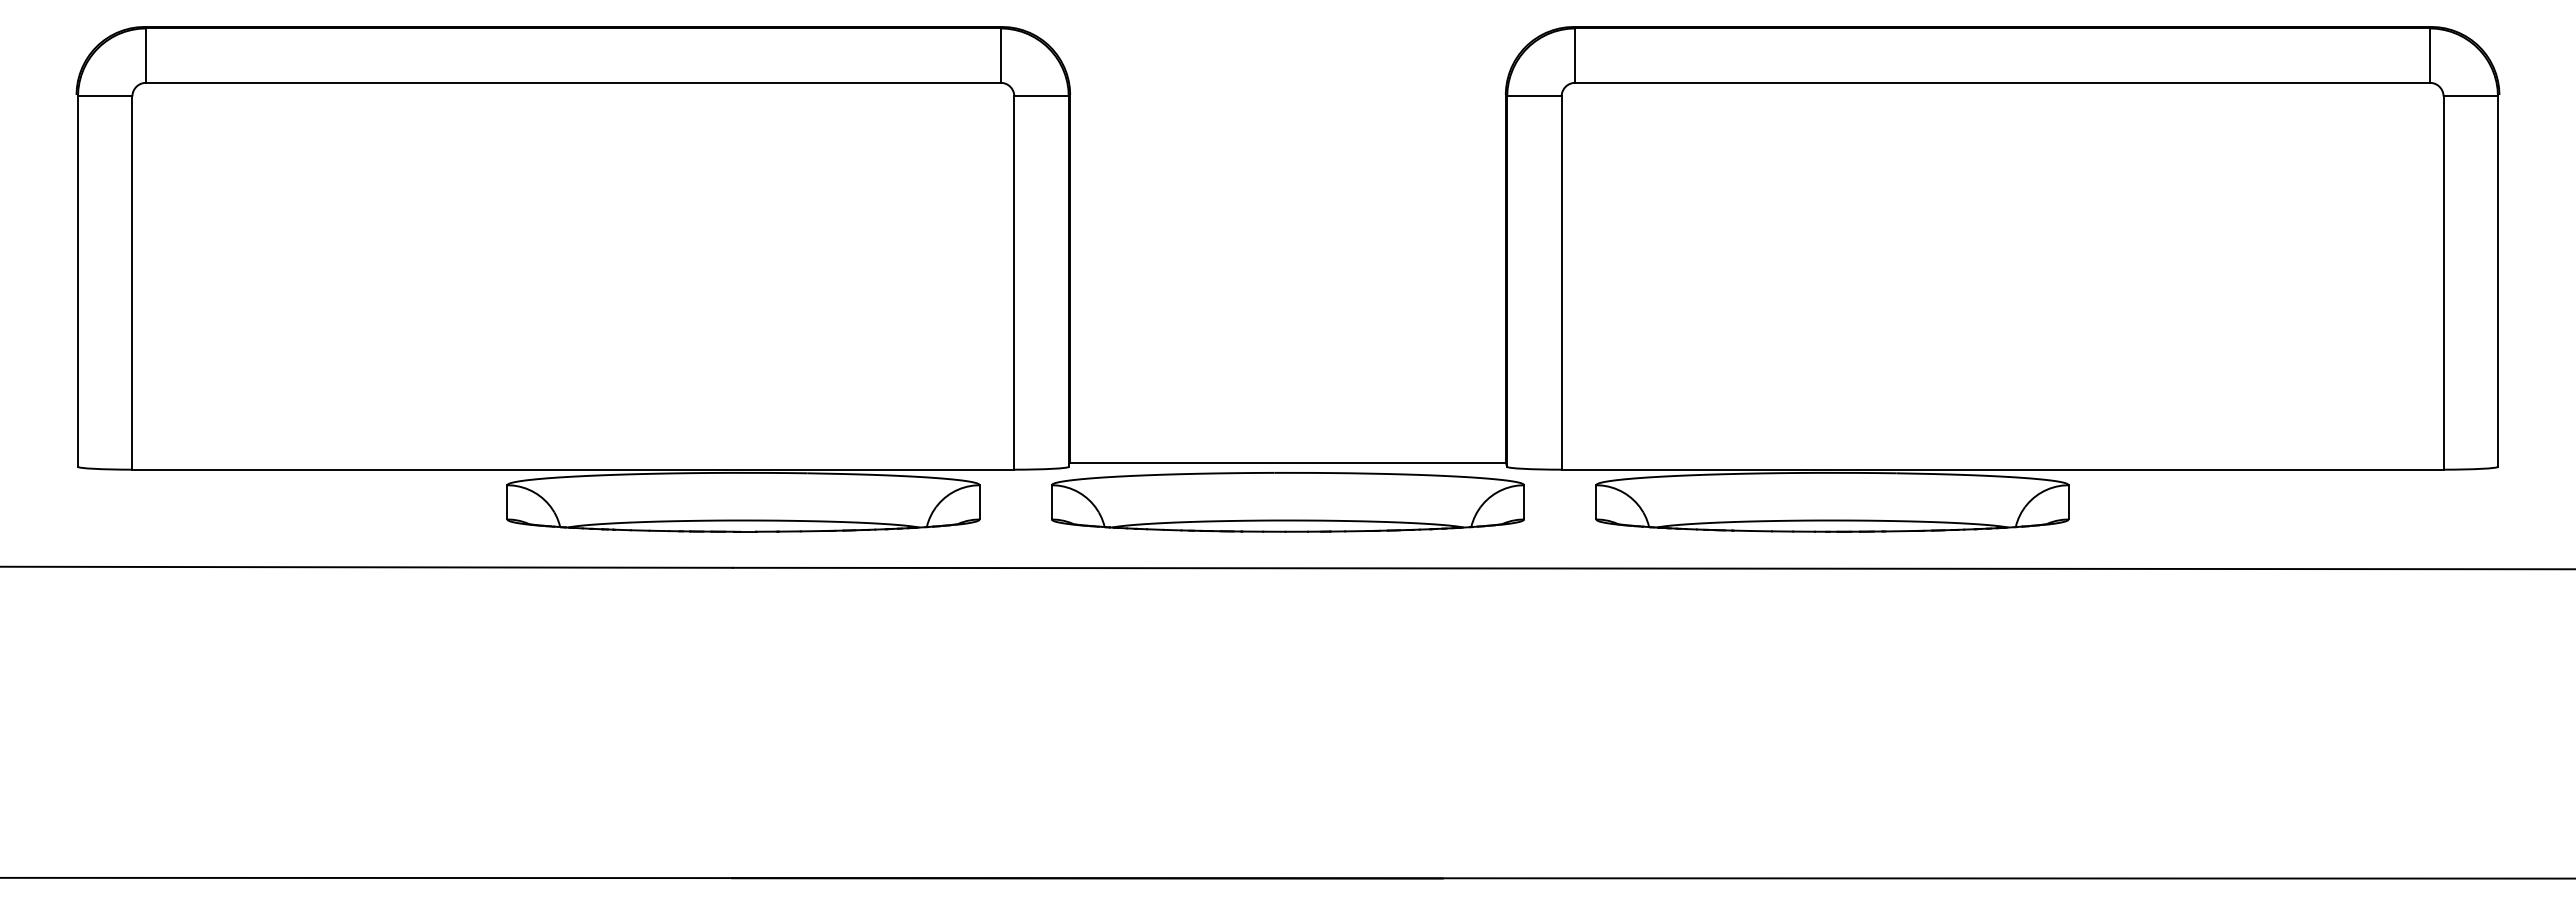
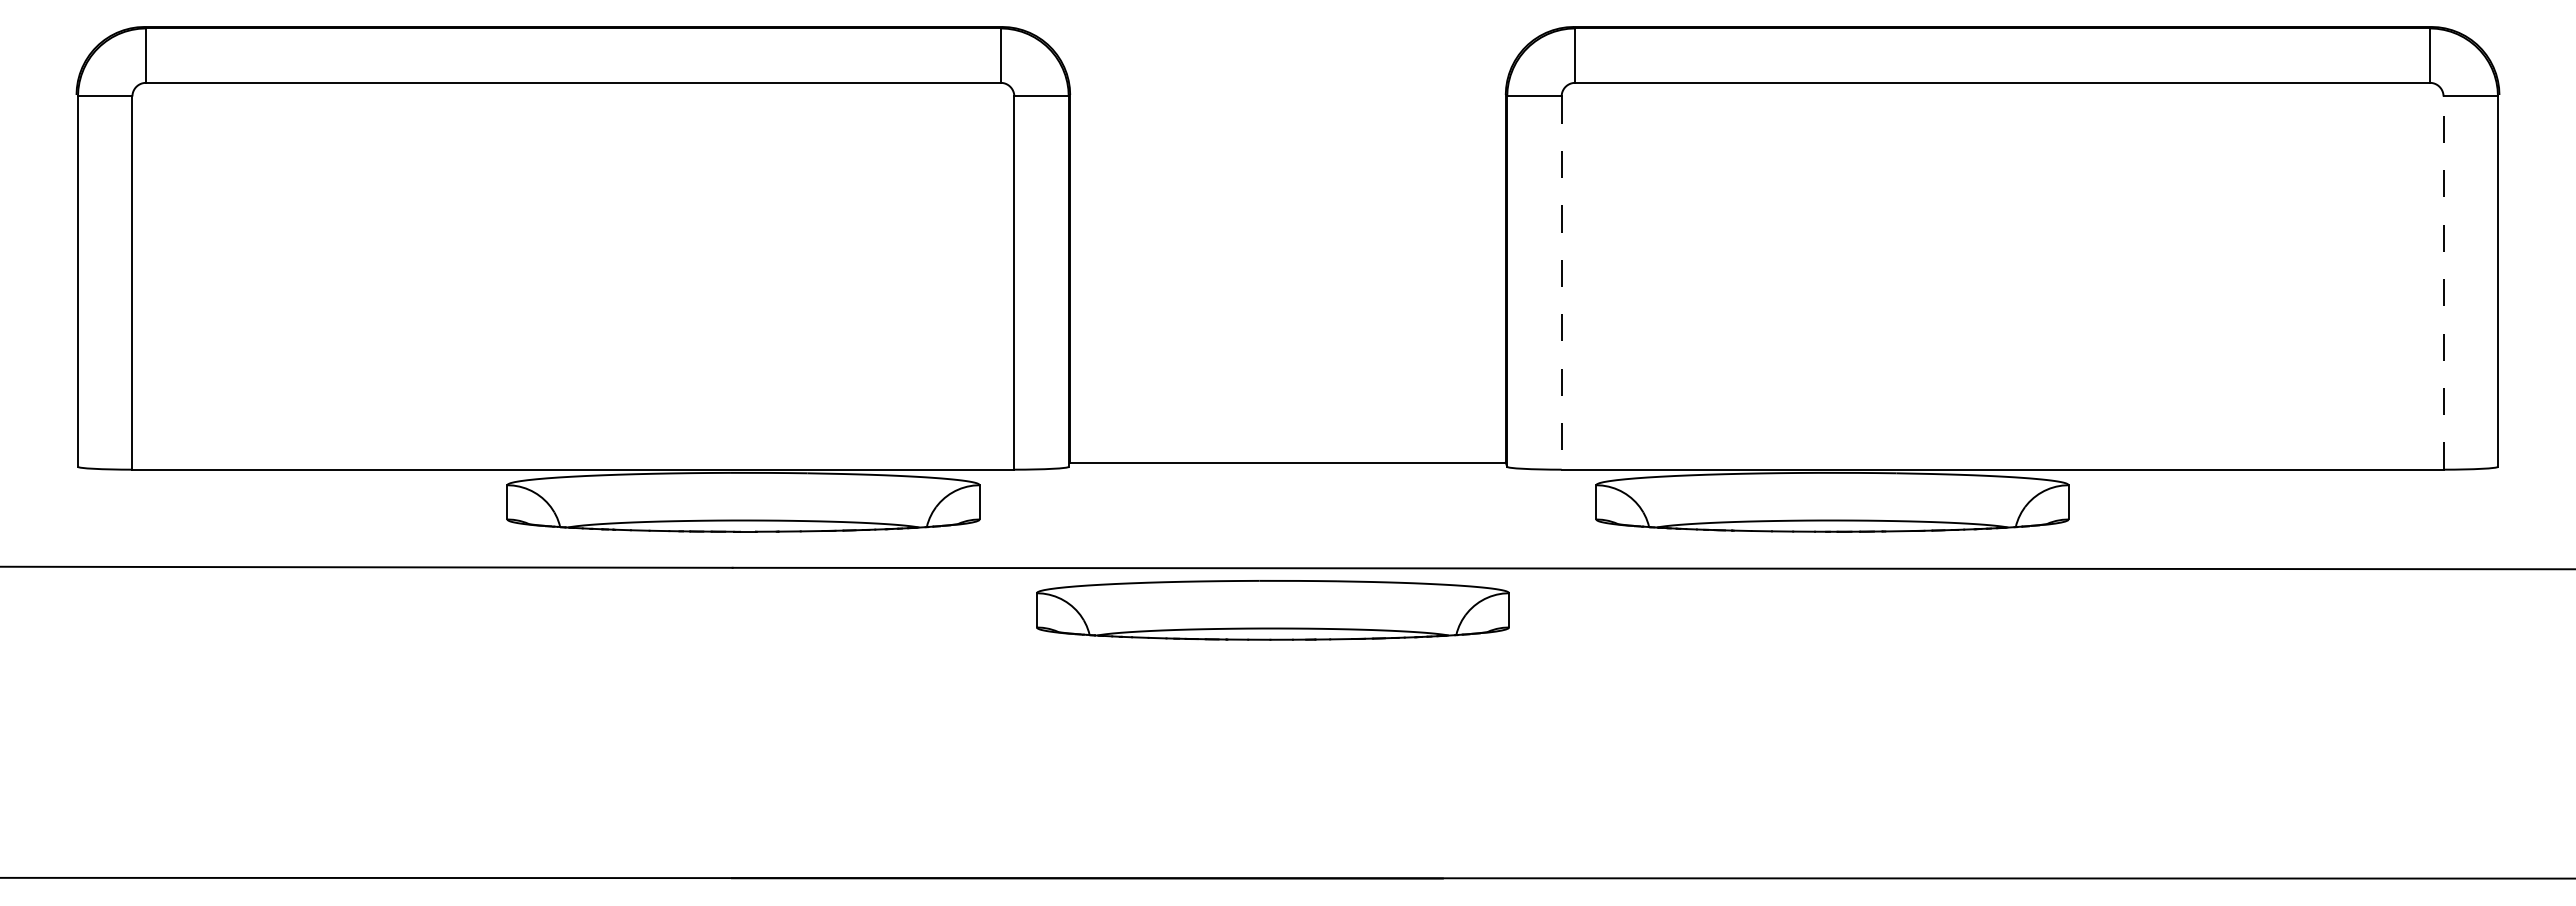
line at (1561, 283): solid -> dashed
line at (2443, 283): solid -> dashed
part at (1287, 502) position: (1287, 502) -> (1272, 610)
